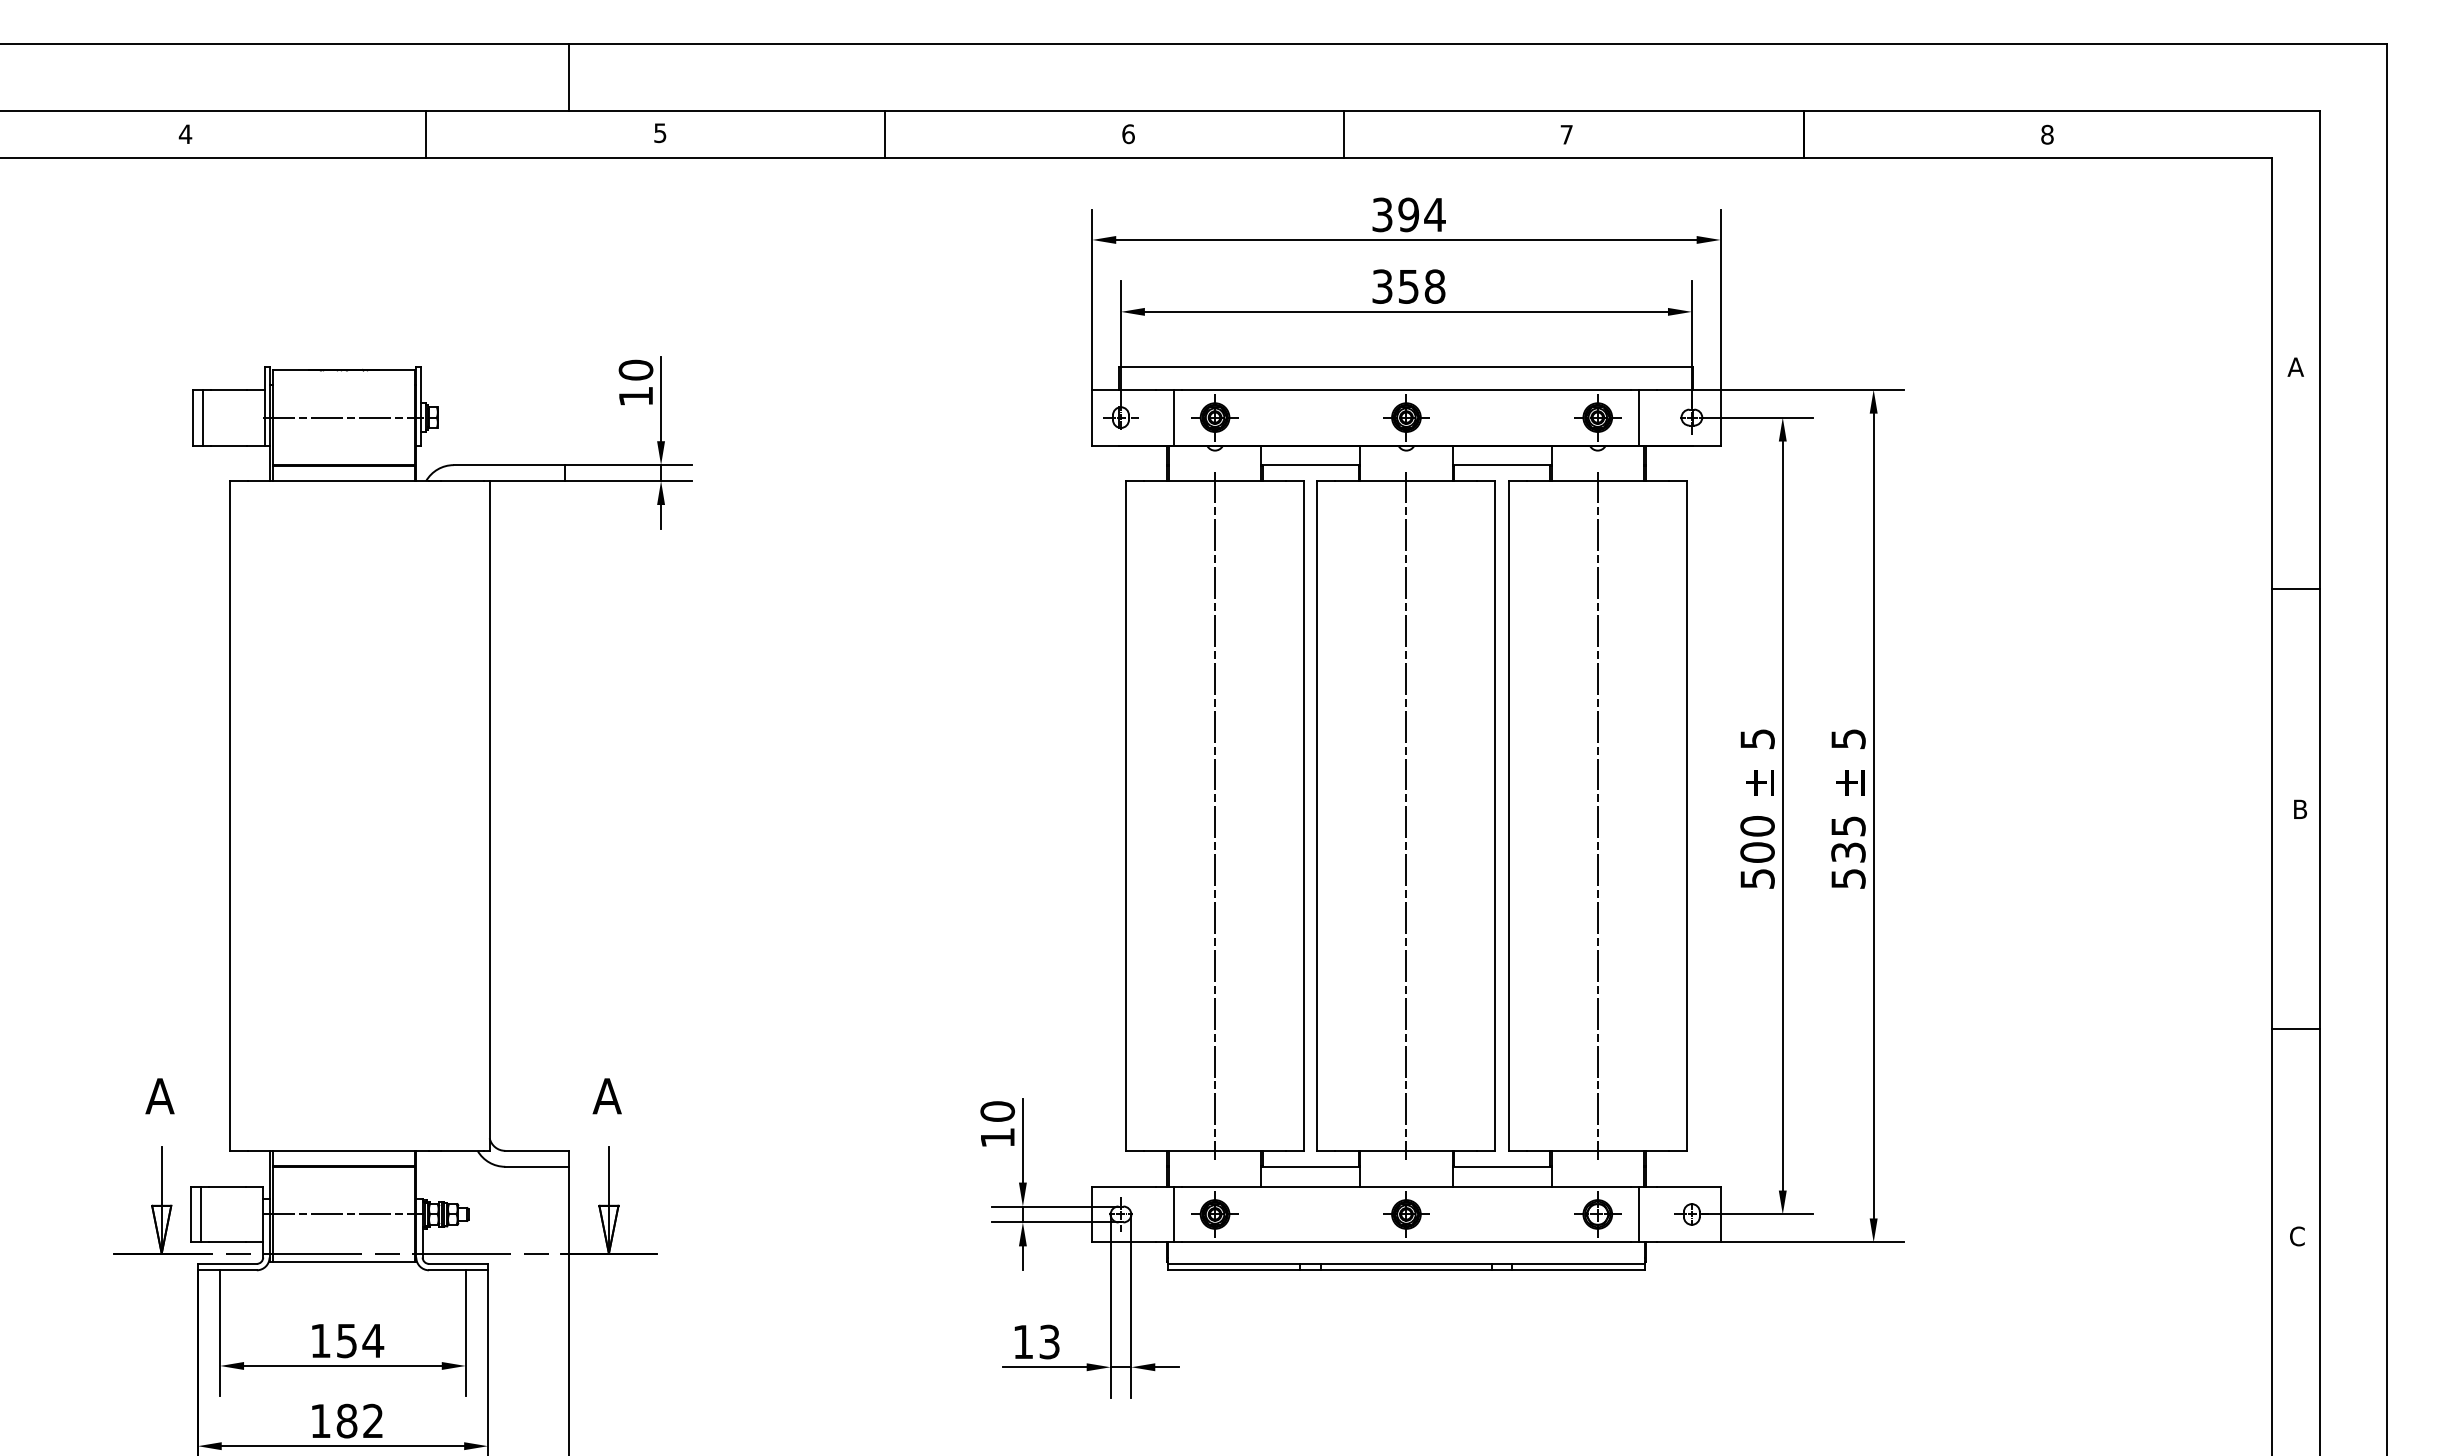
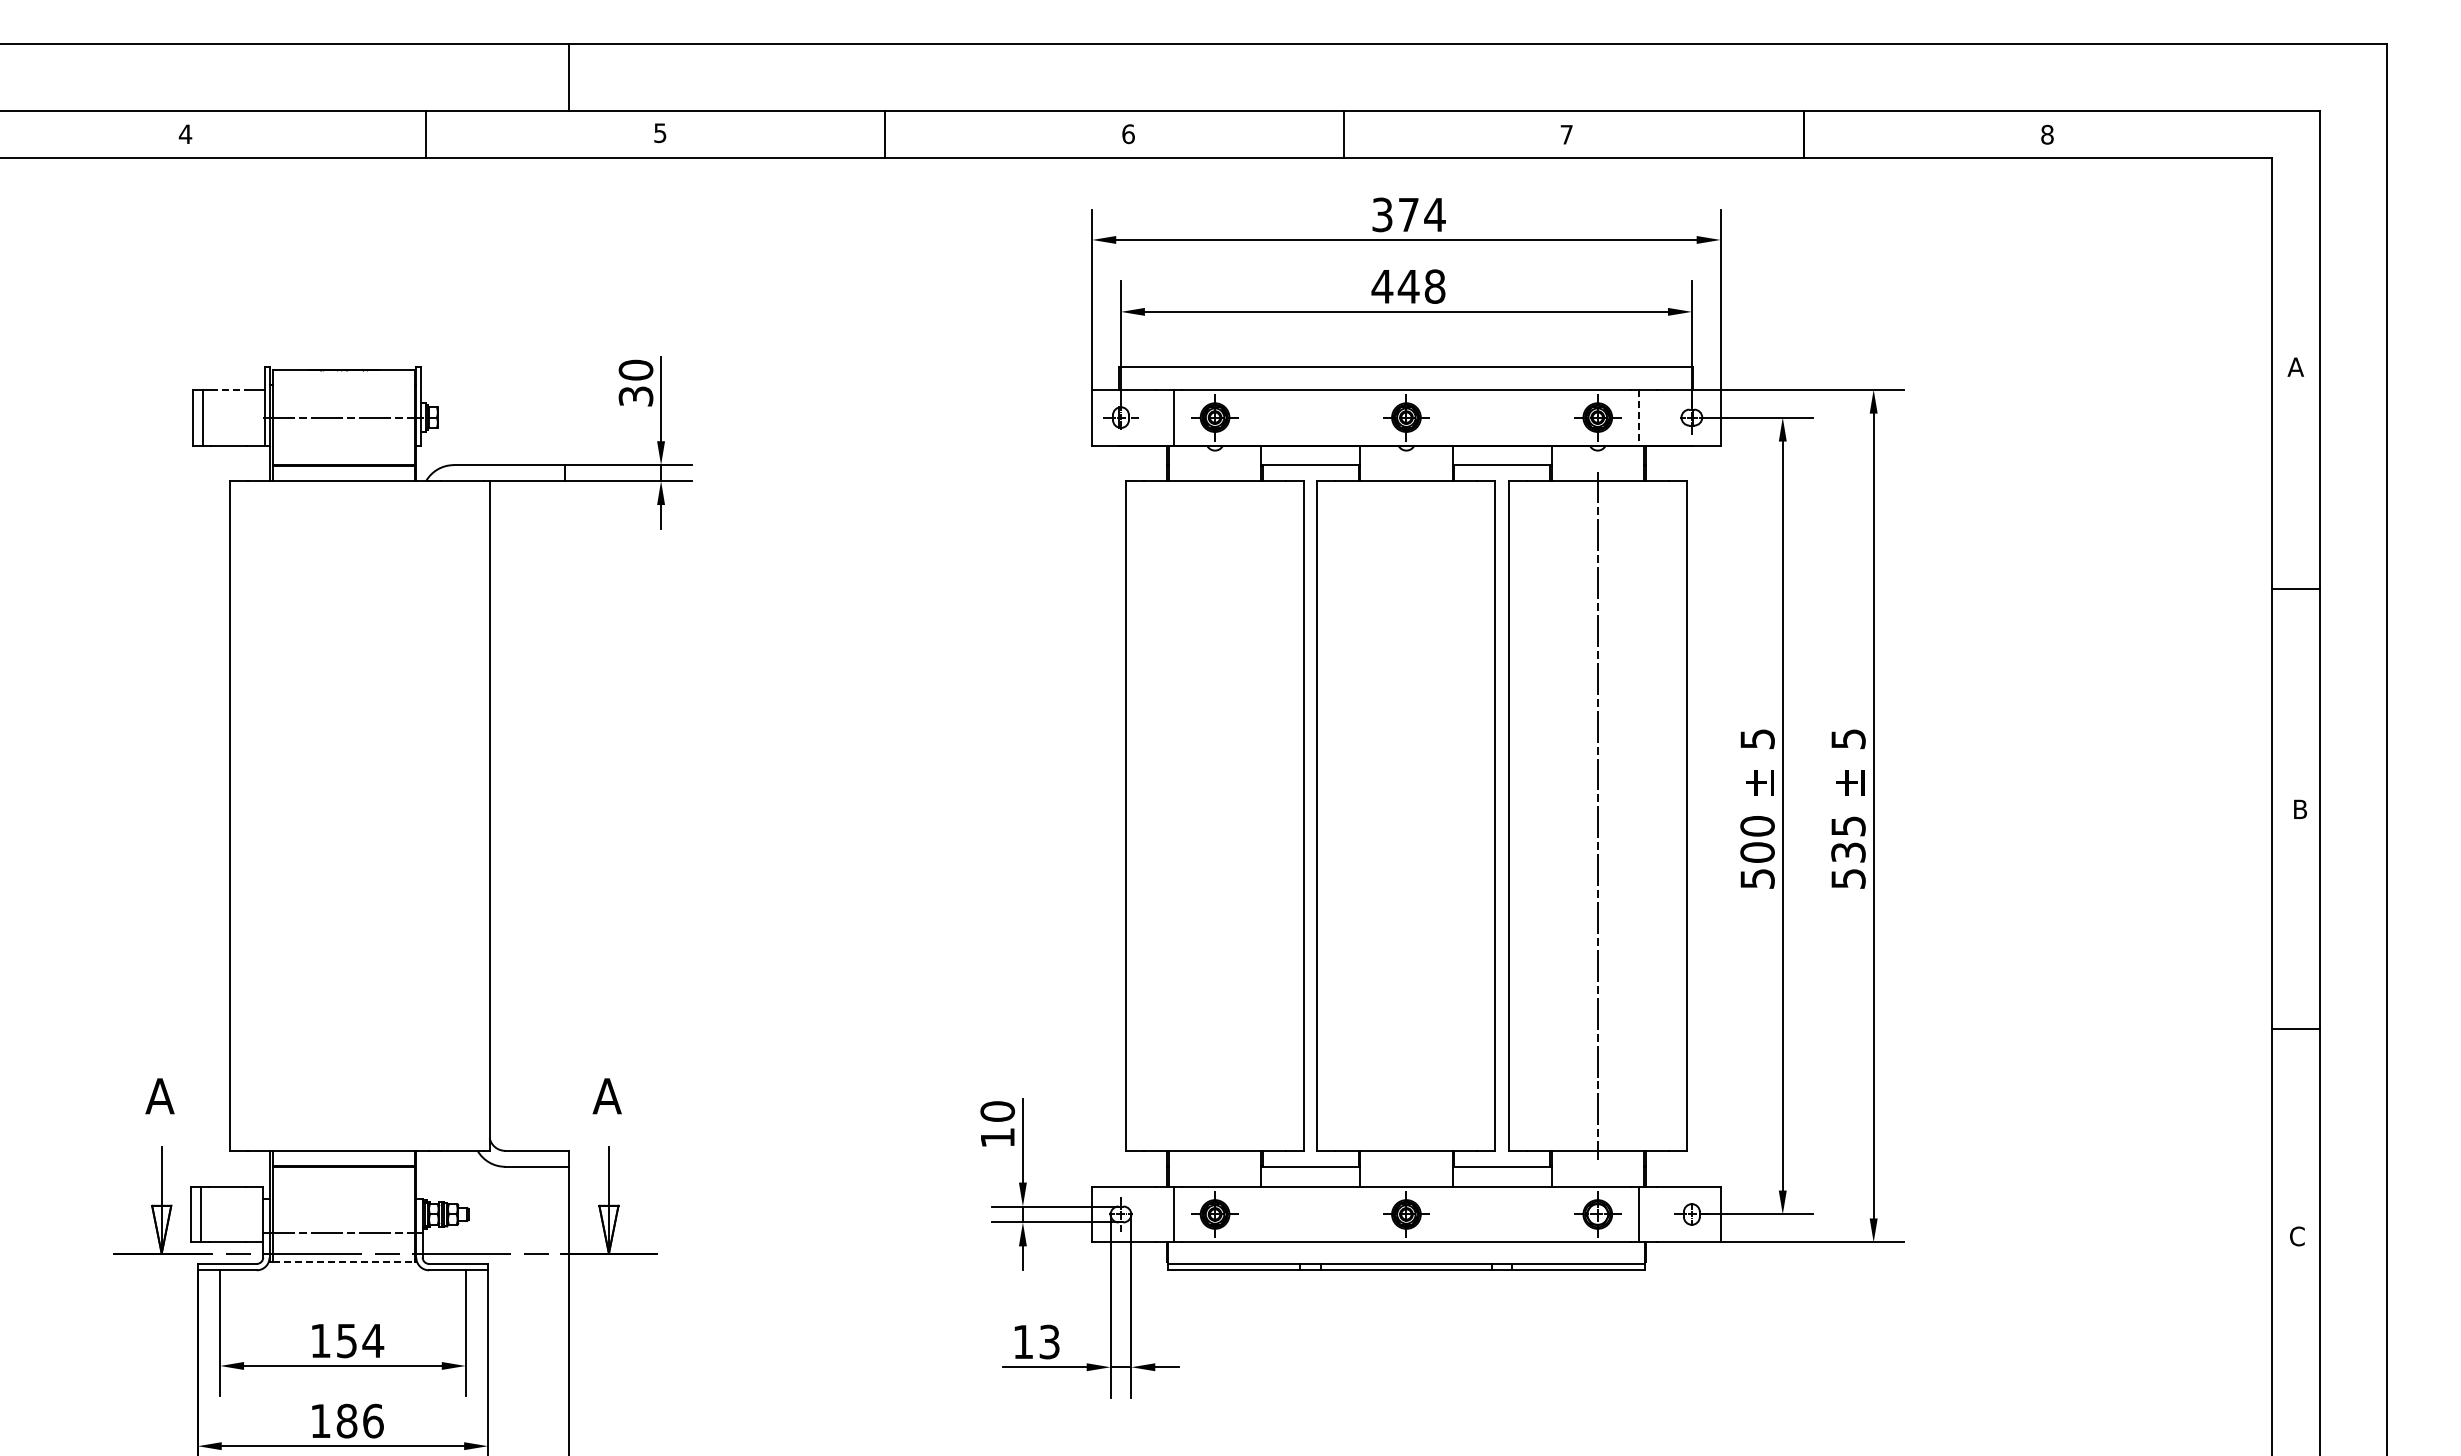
text at (1408, 214): 394 -> 374
text at (1395, 286): 358 -> 448
line at (229, 389): solid -> dashed
text at (635, 396): 10 -> 30
line at (1639, 417): solid -> dashed
line at (1215, 815): present -> none
line at (1406, 815): present -> none
line at (343, 1214) position: (343, 1214) -> (343, 1233)
line at (343, 1262): solid -> dashed
text at (373, 1420): 182 -> 186
